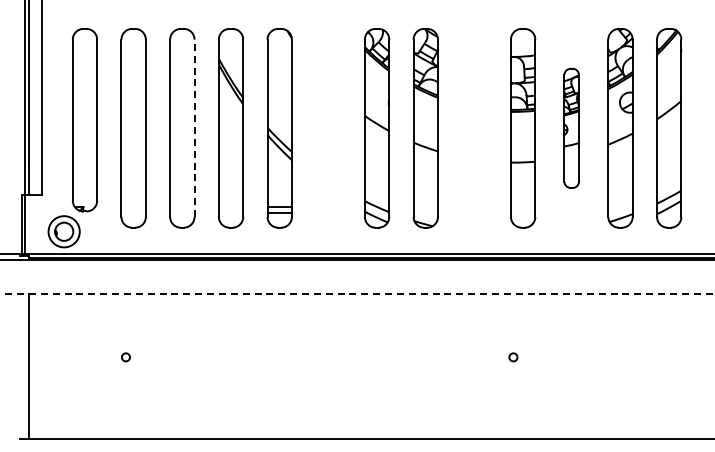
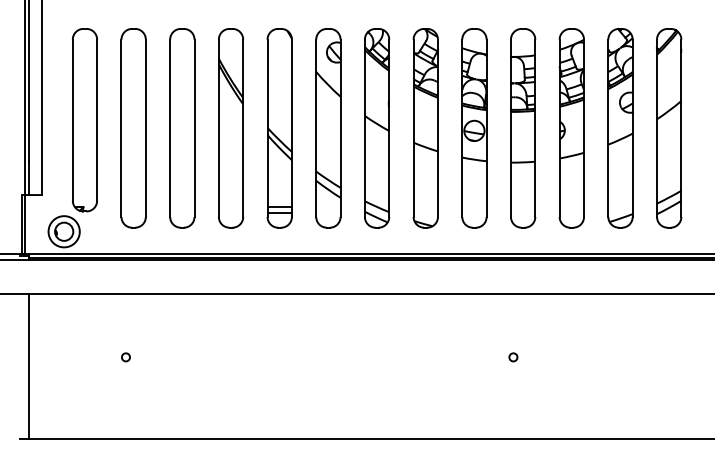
part at (571, 127) size: 17x122 px -> 27x201 px
line at (194, 128): dashed -> solid
part at (328, 128): none -> present
part at (474, 128): none -> present
line at (358, 294): dashed -> solid
